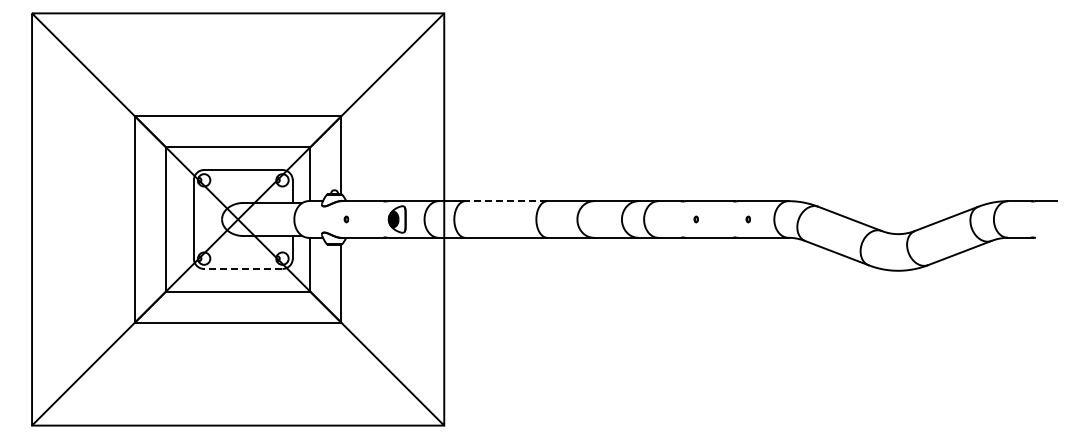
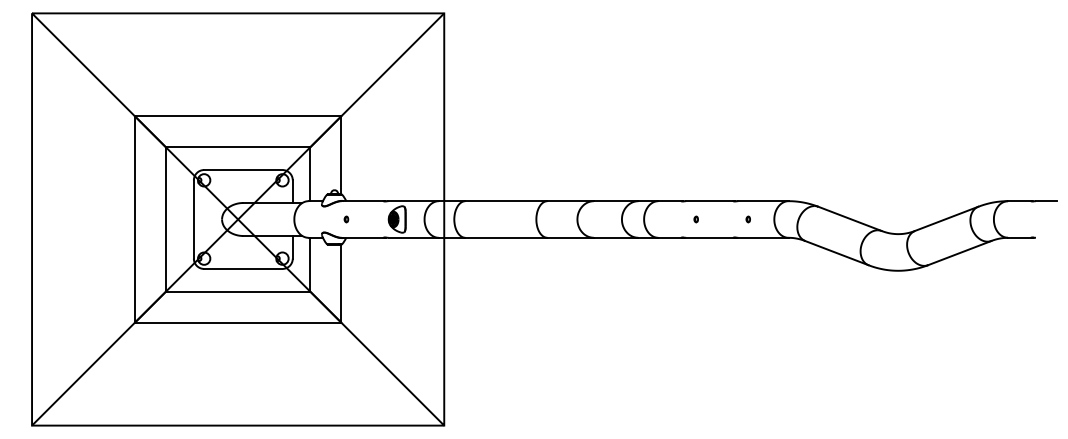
line at (505, 201): dashed -> solid
line at (242, 268): dashed -> solid
